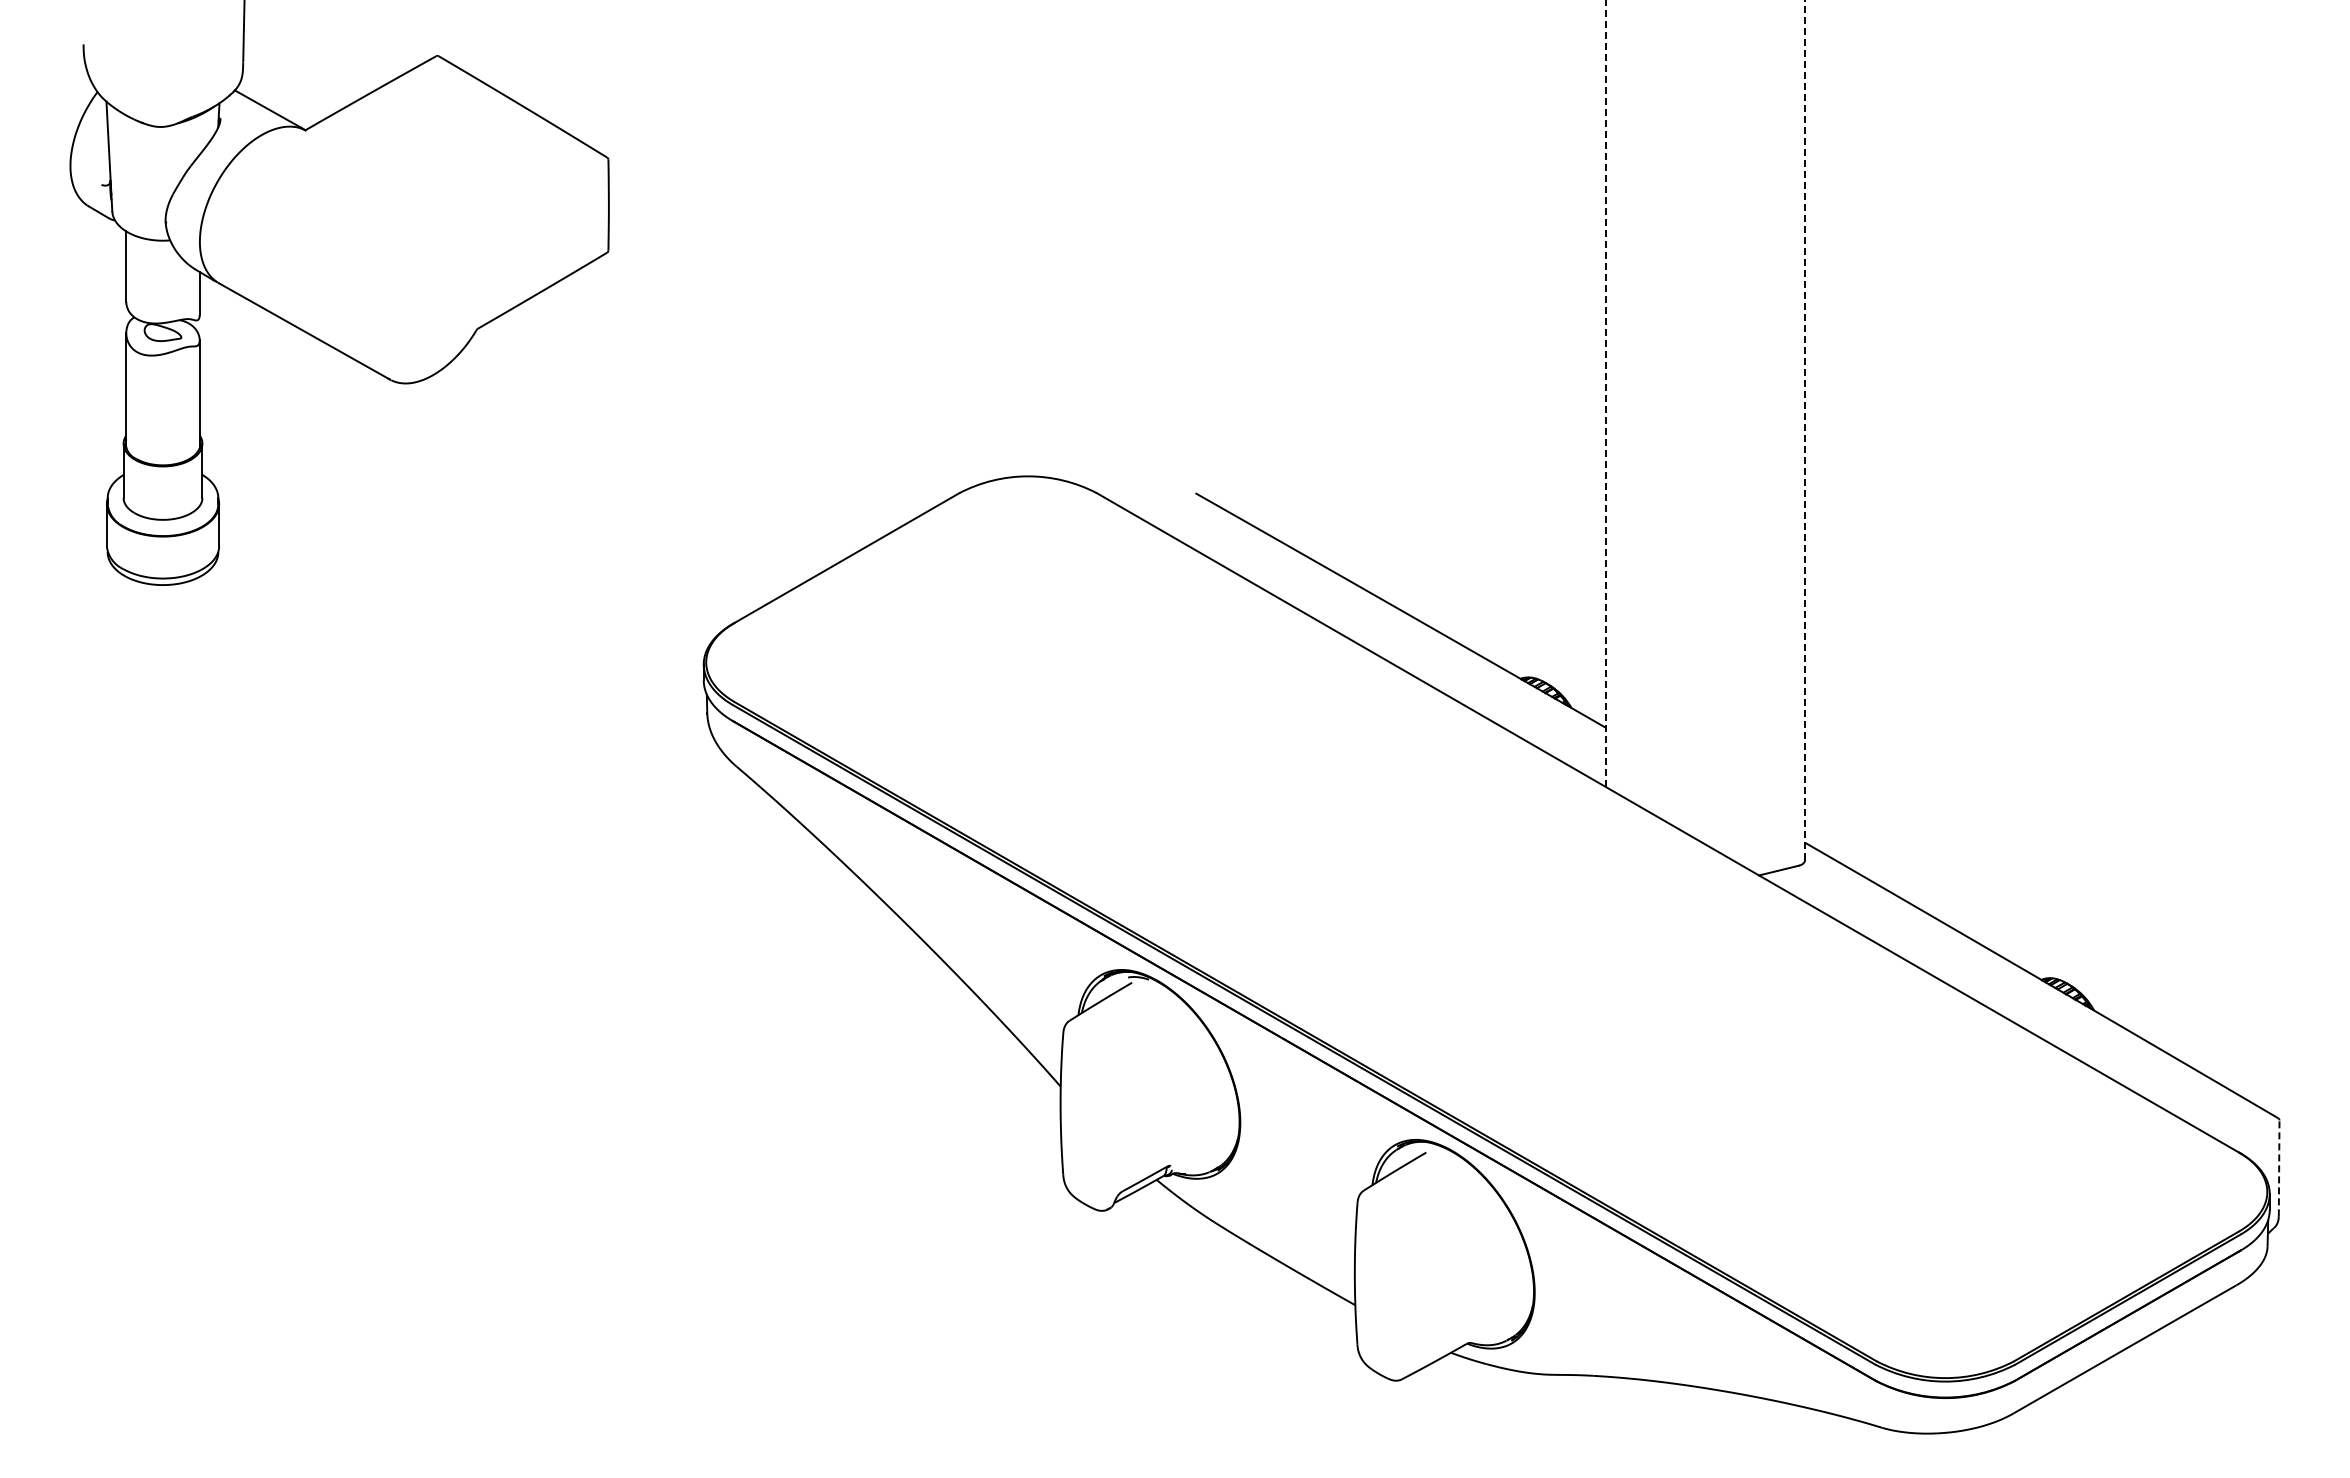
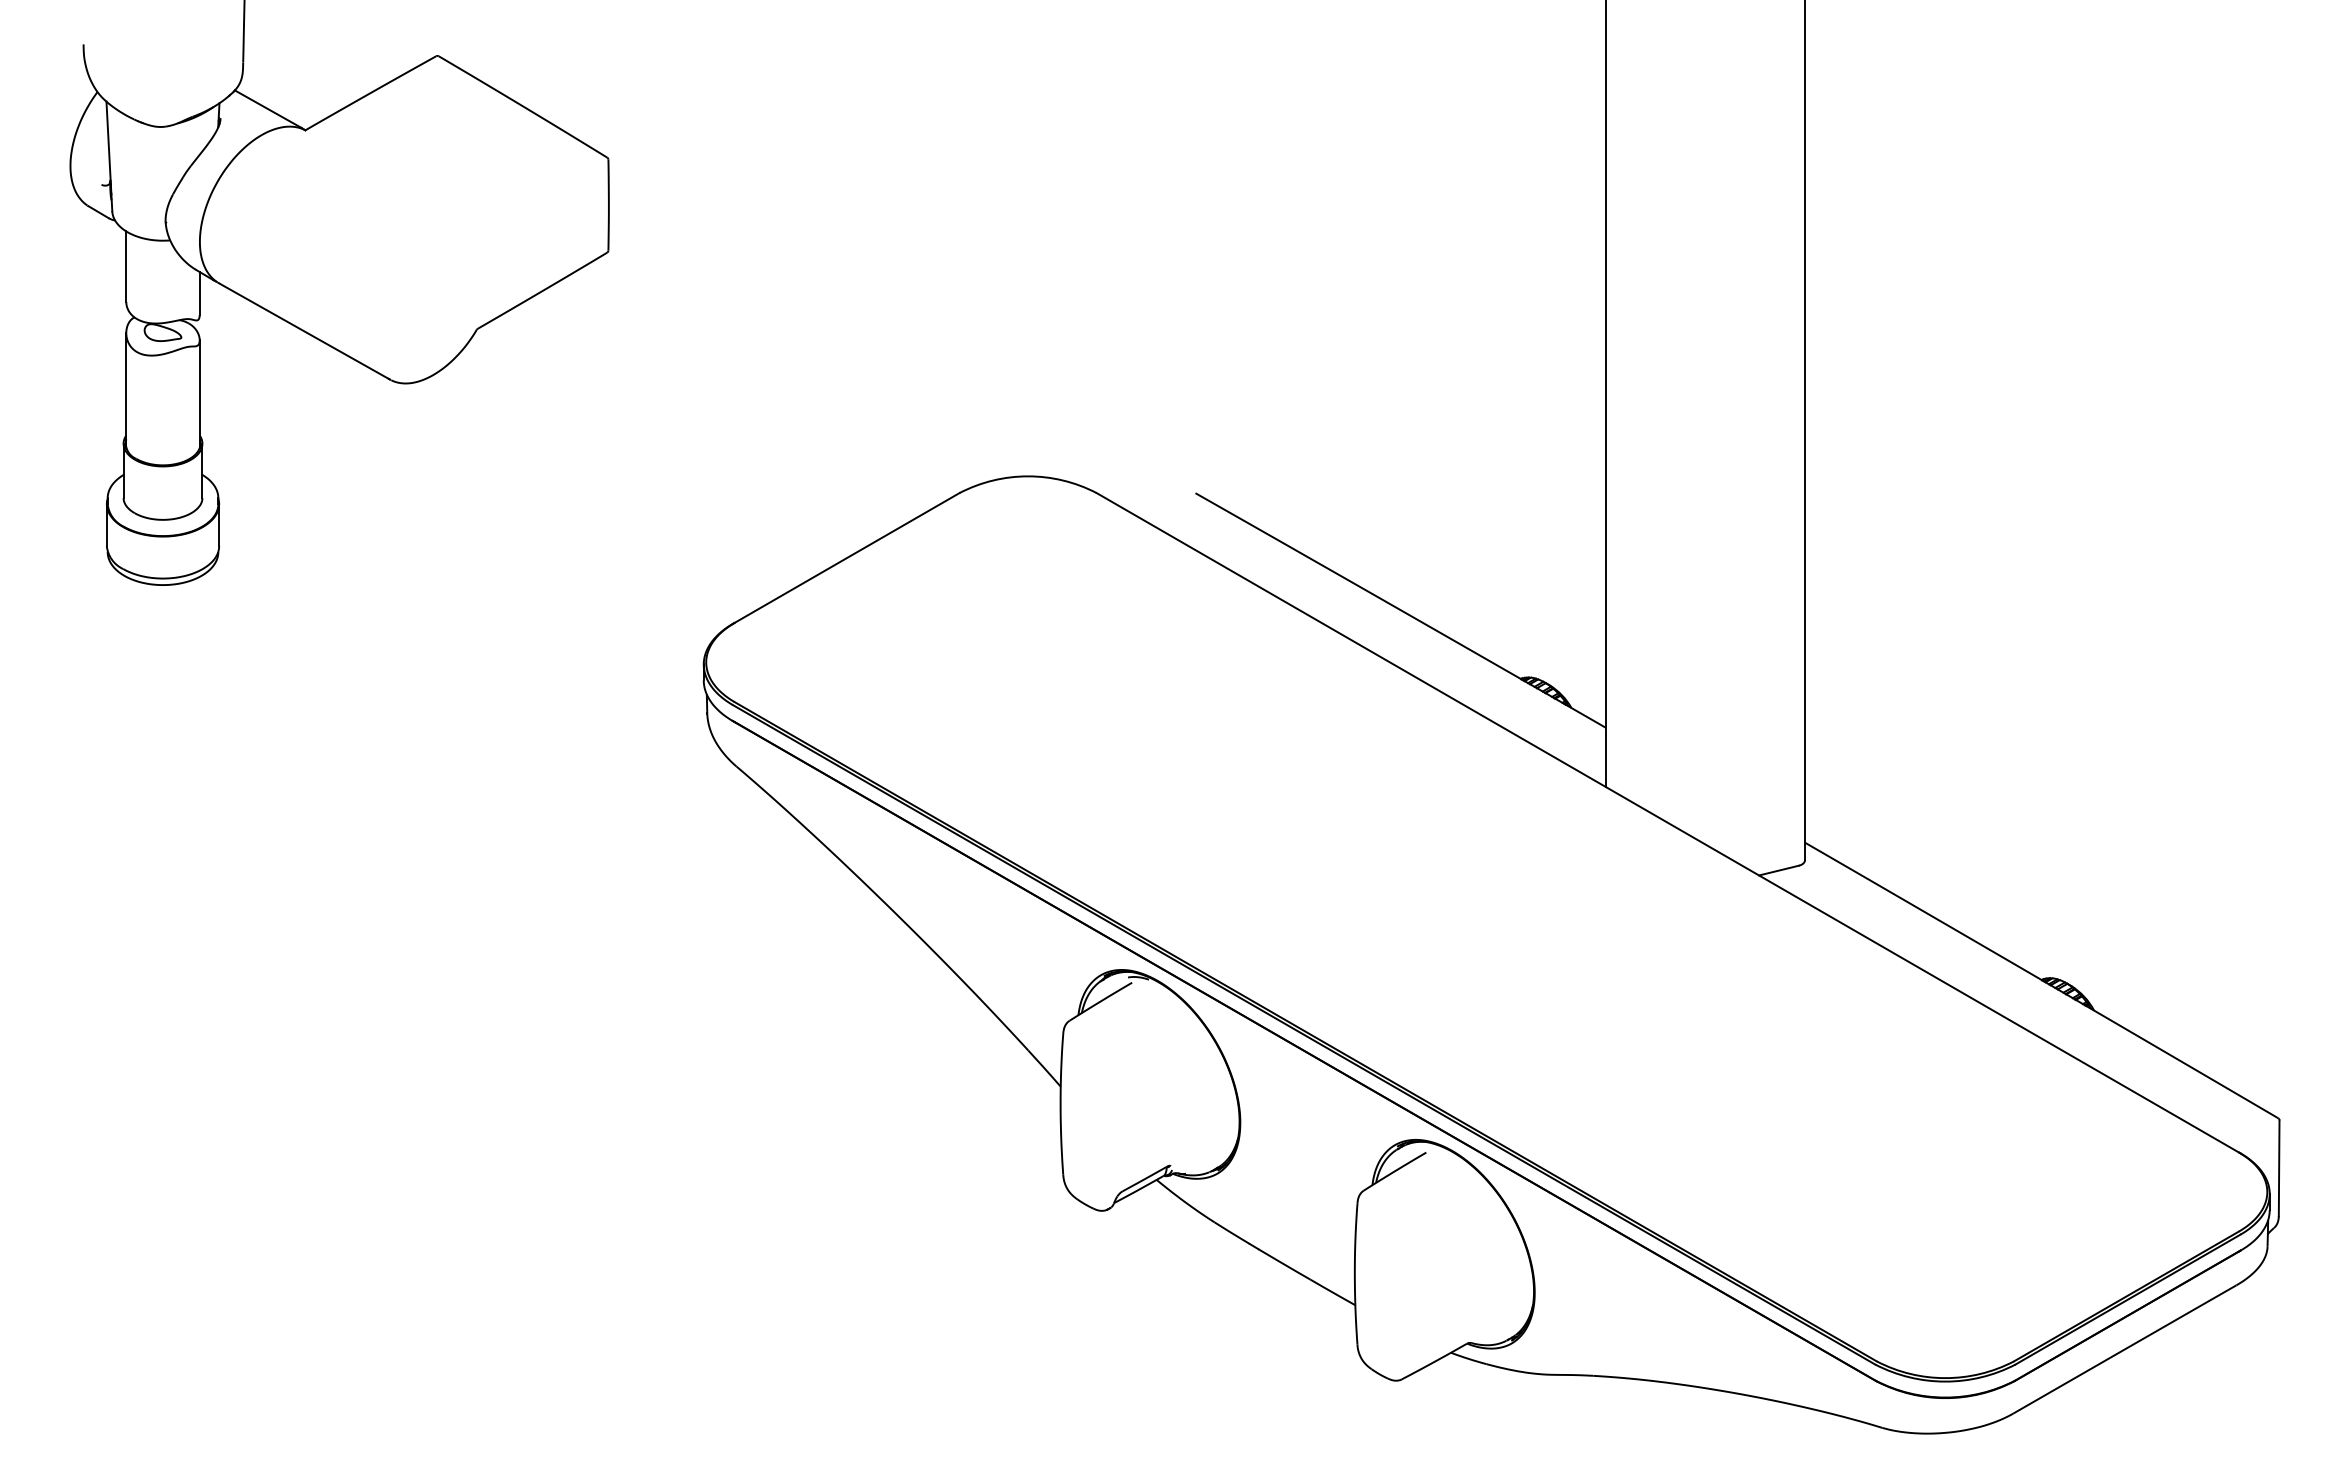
line at (1605, 393): dashed -> solid
line at (1805, 429): dashed -> solid
line at (2279, 1168): dashed -> solid
